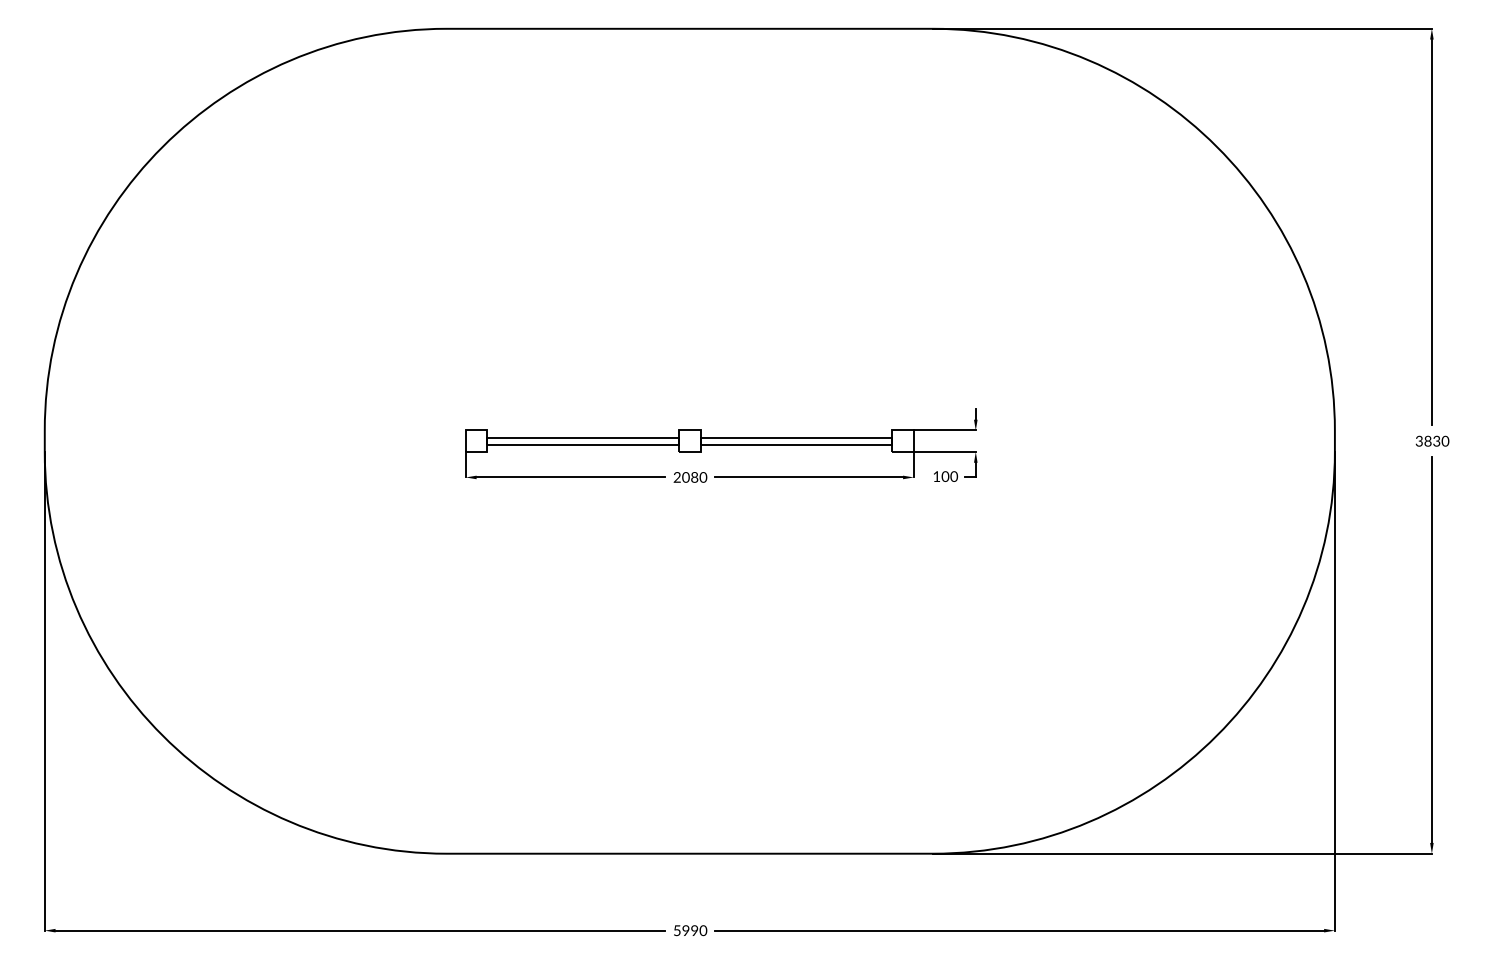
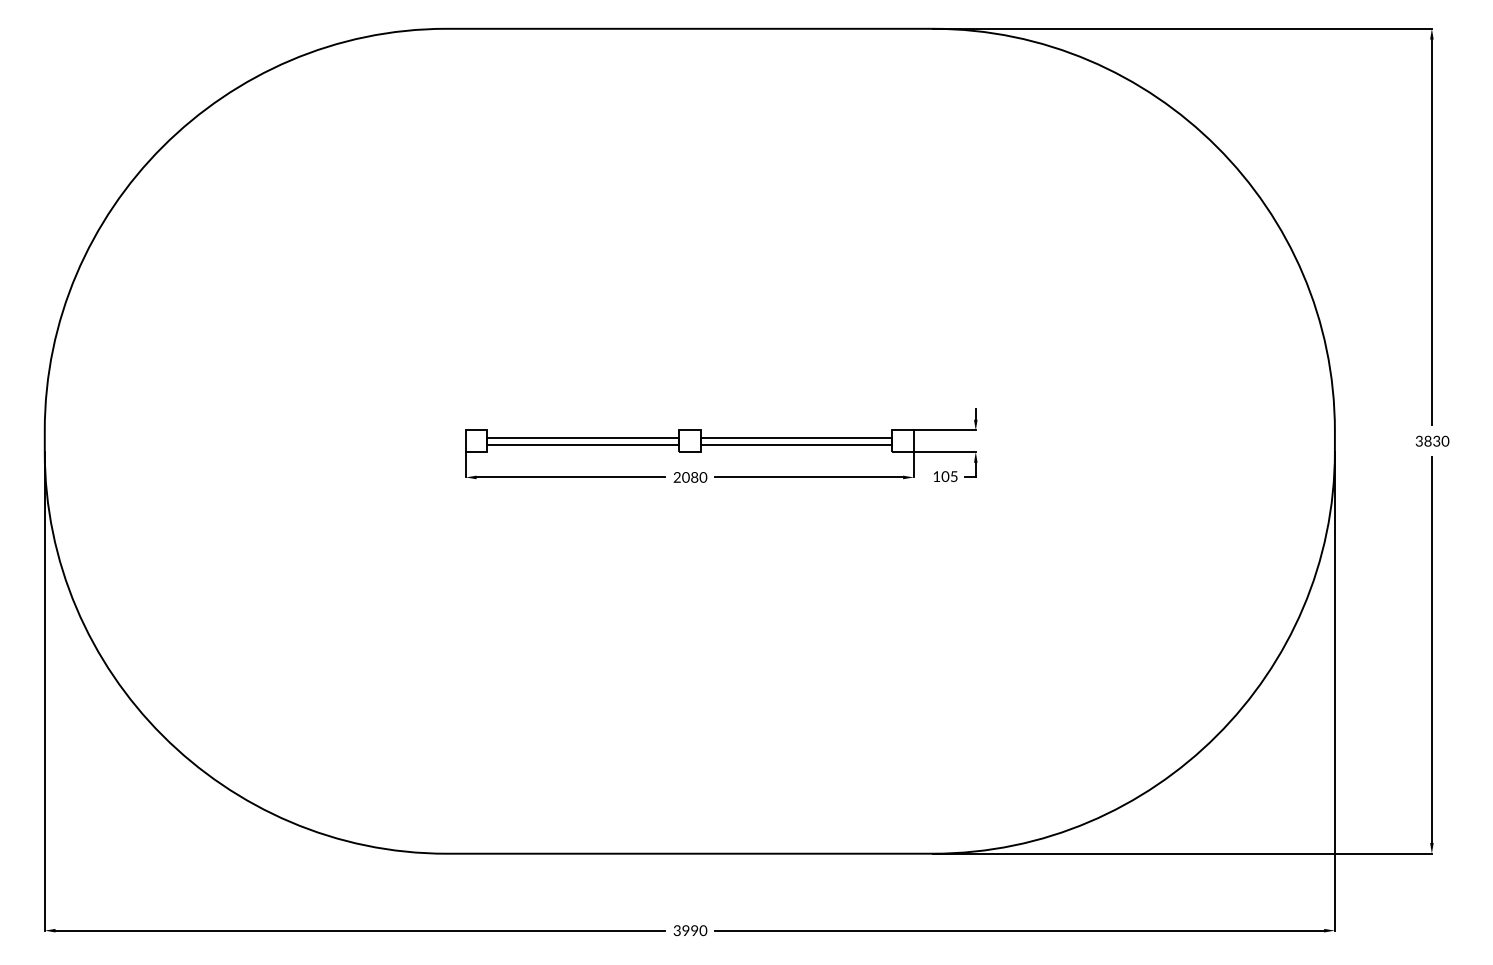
text at (954, 476): 100 -> 105
text at (676, 930): 5990 -> 3990
